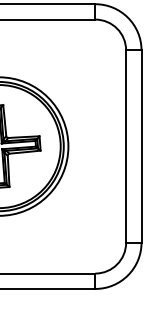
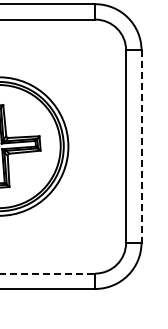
line at (141, 147): solid -> dashed
line at (48, 273): solid -> dashed
